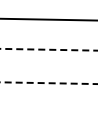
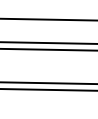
line at (48, 42): none -> present
line at (49, 49): dashed -> solid
line at (49, 83): dashed -> solid
line at (48, 89): none -> present
